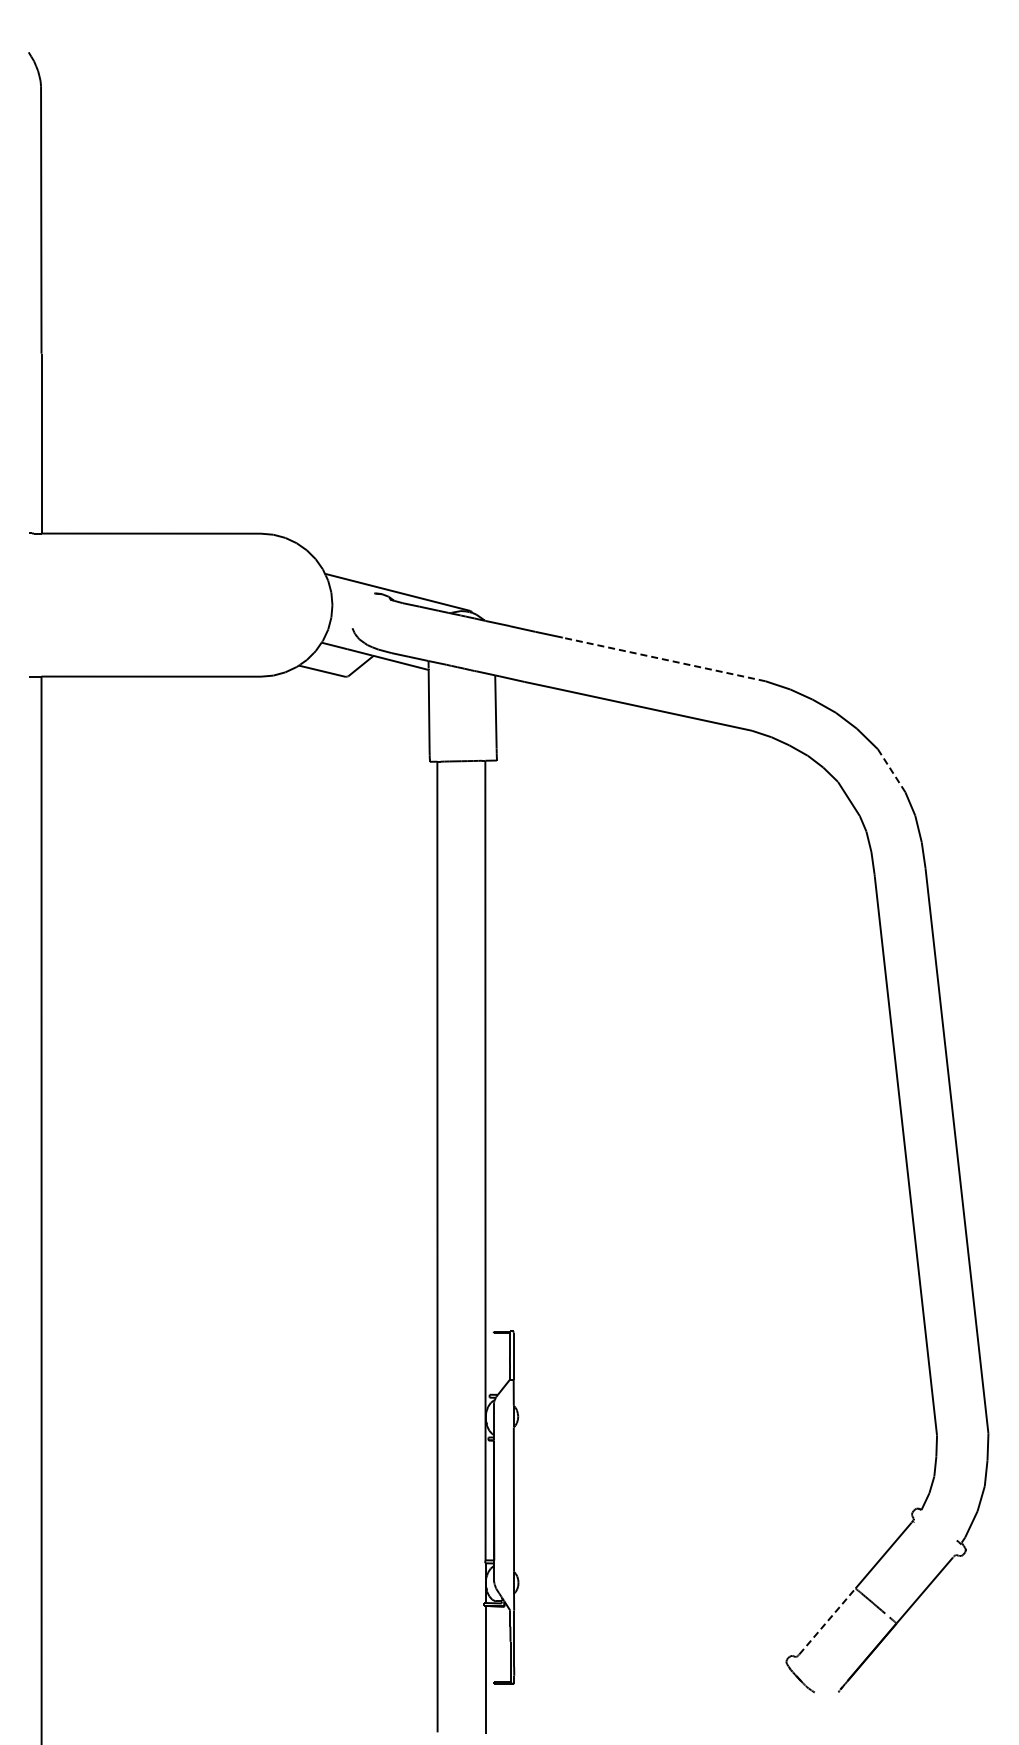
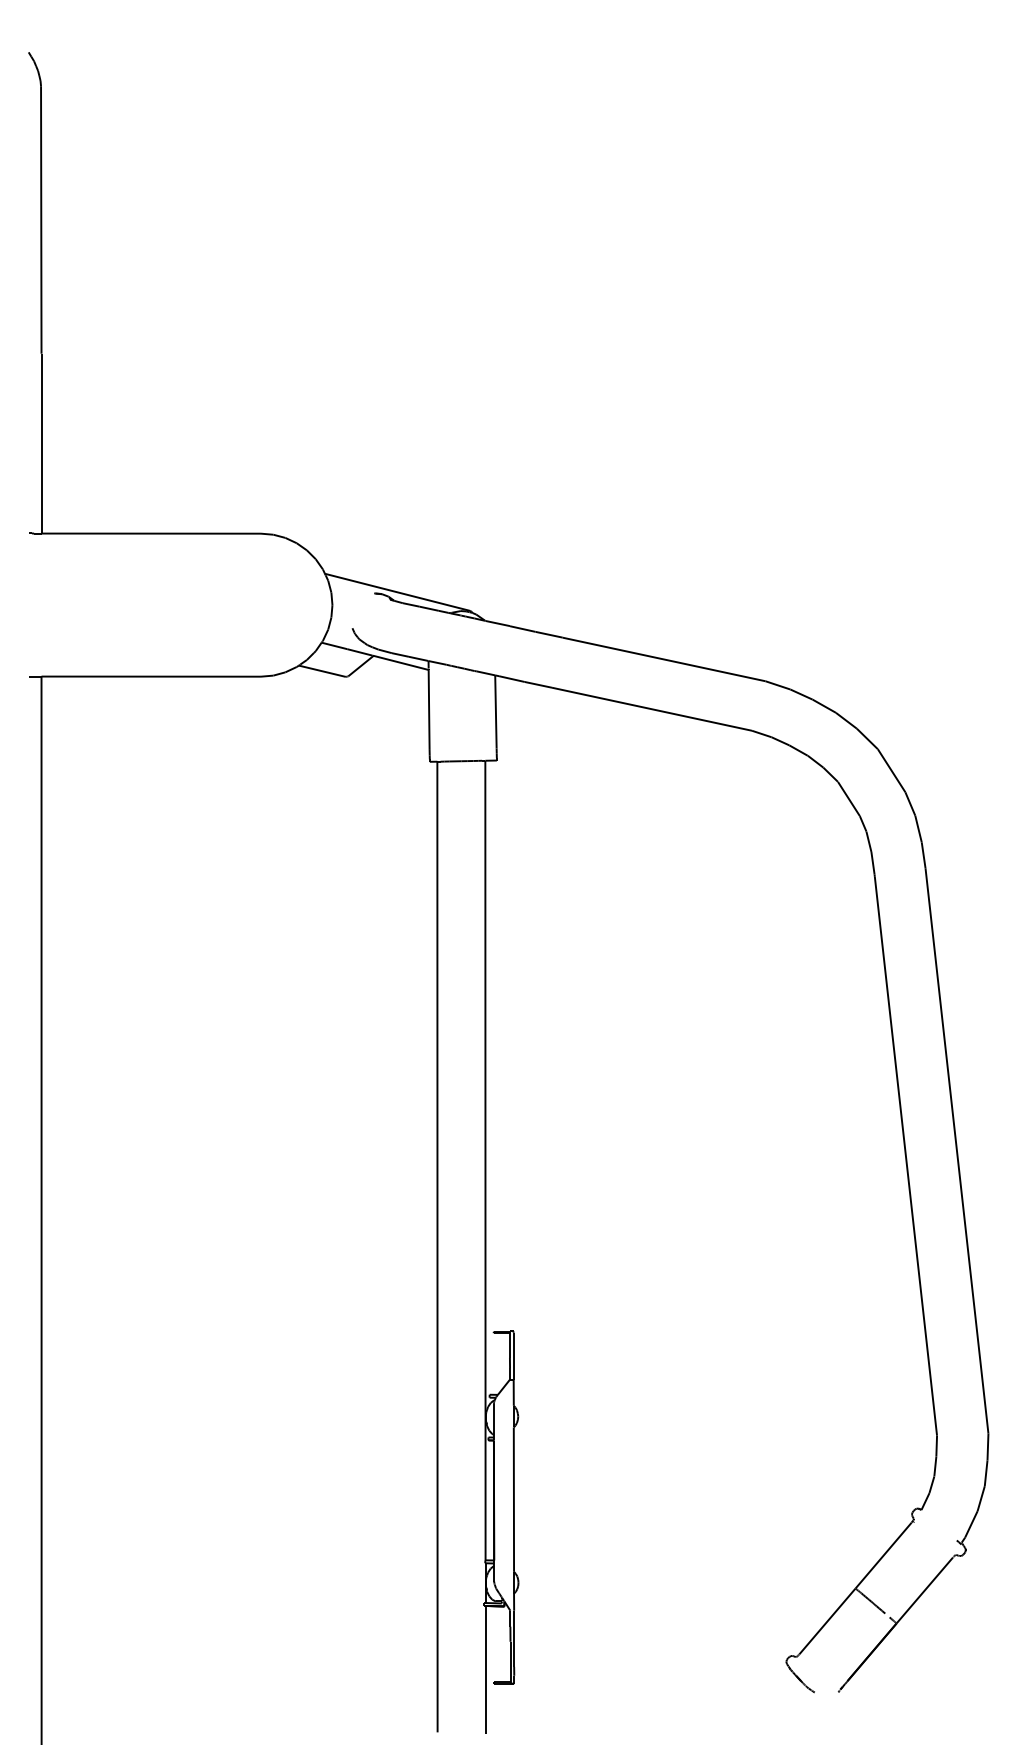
line at (664, 659): dashed -> solid
line at (891, 770): dashed -> solid
line at (827, 1621): dashed -> solid
